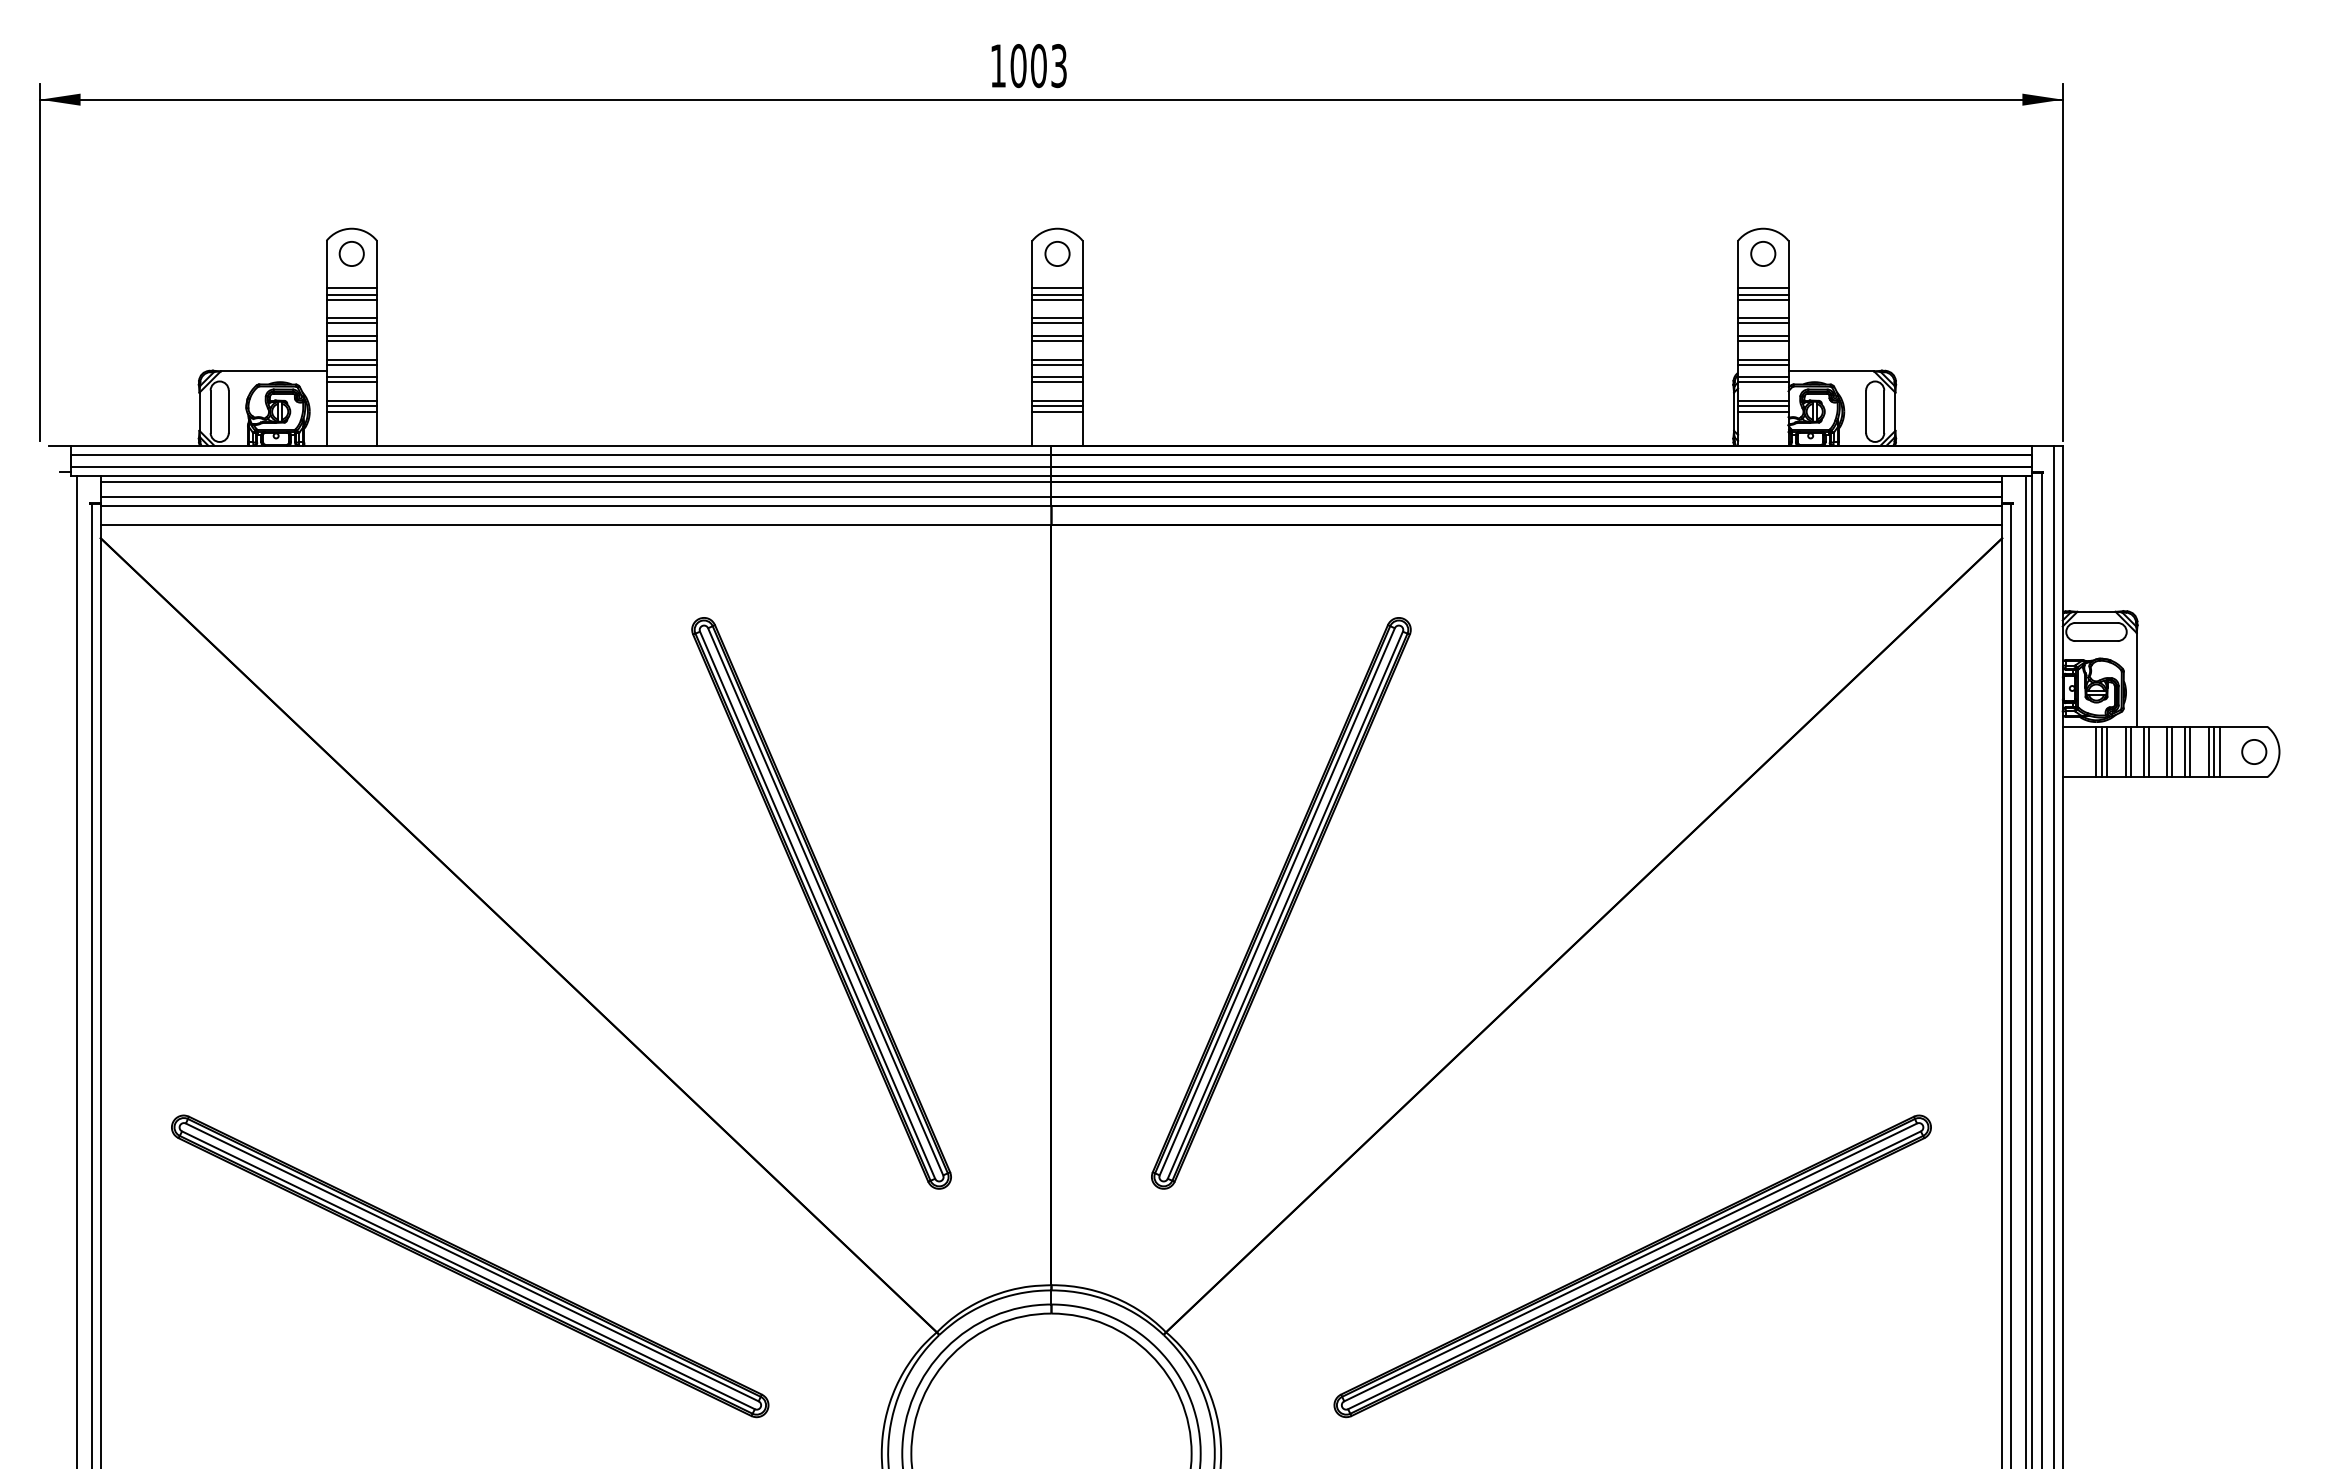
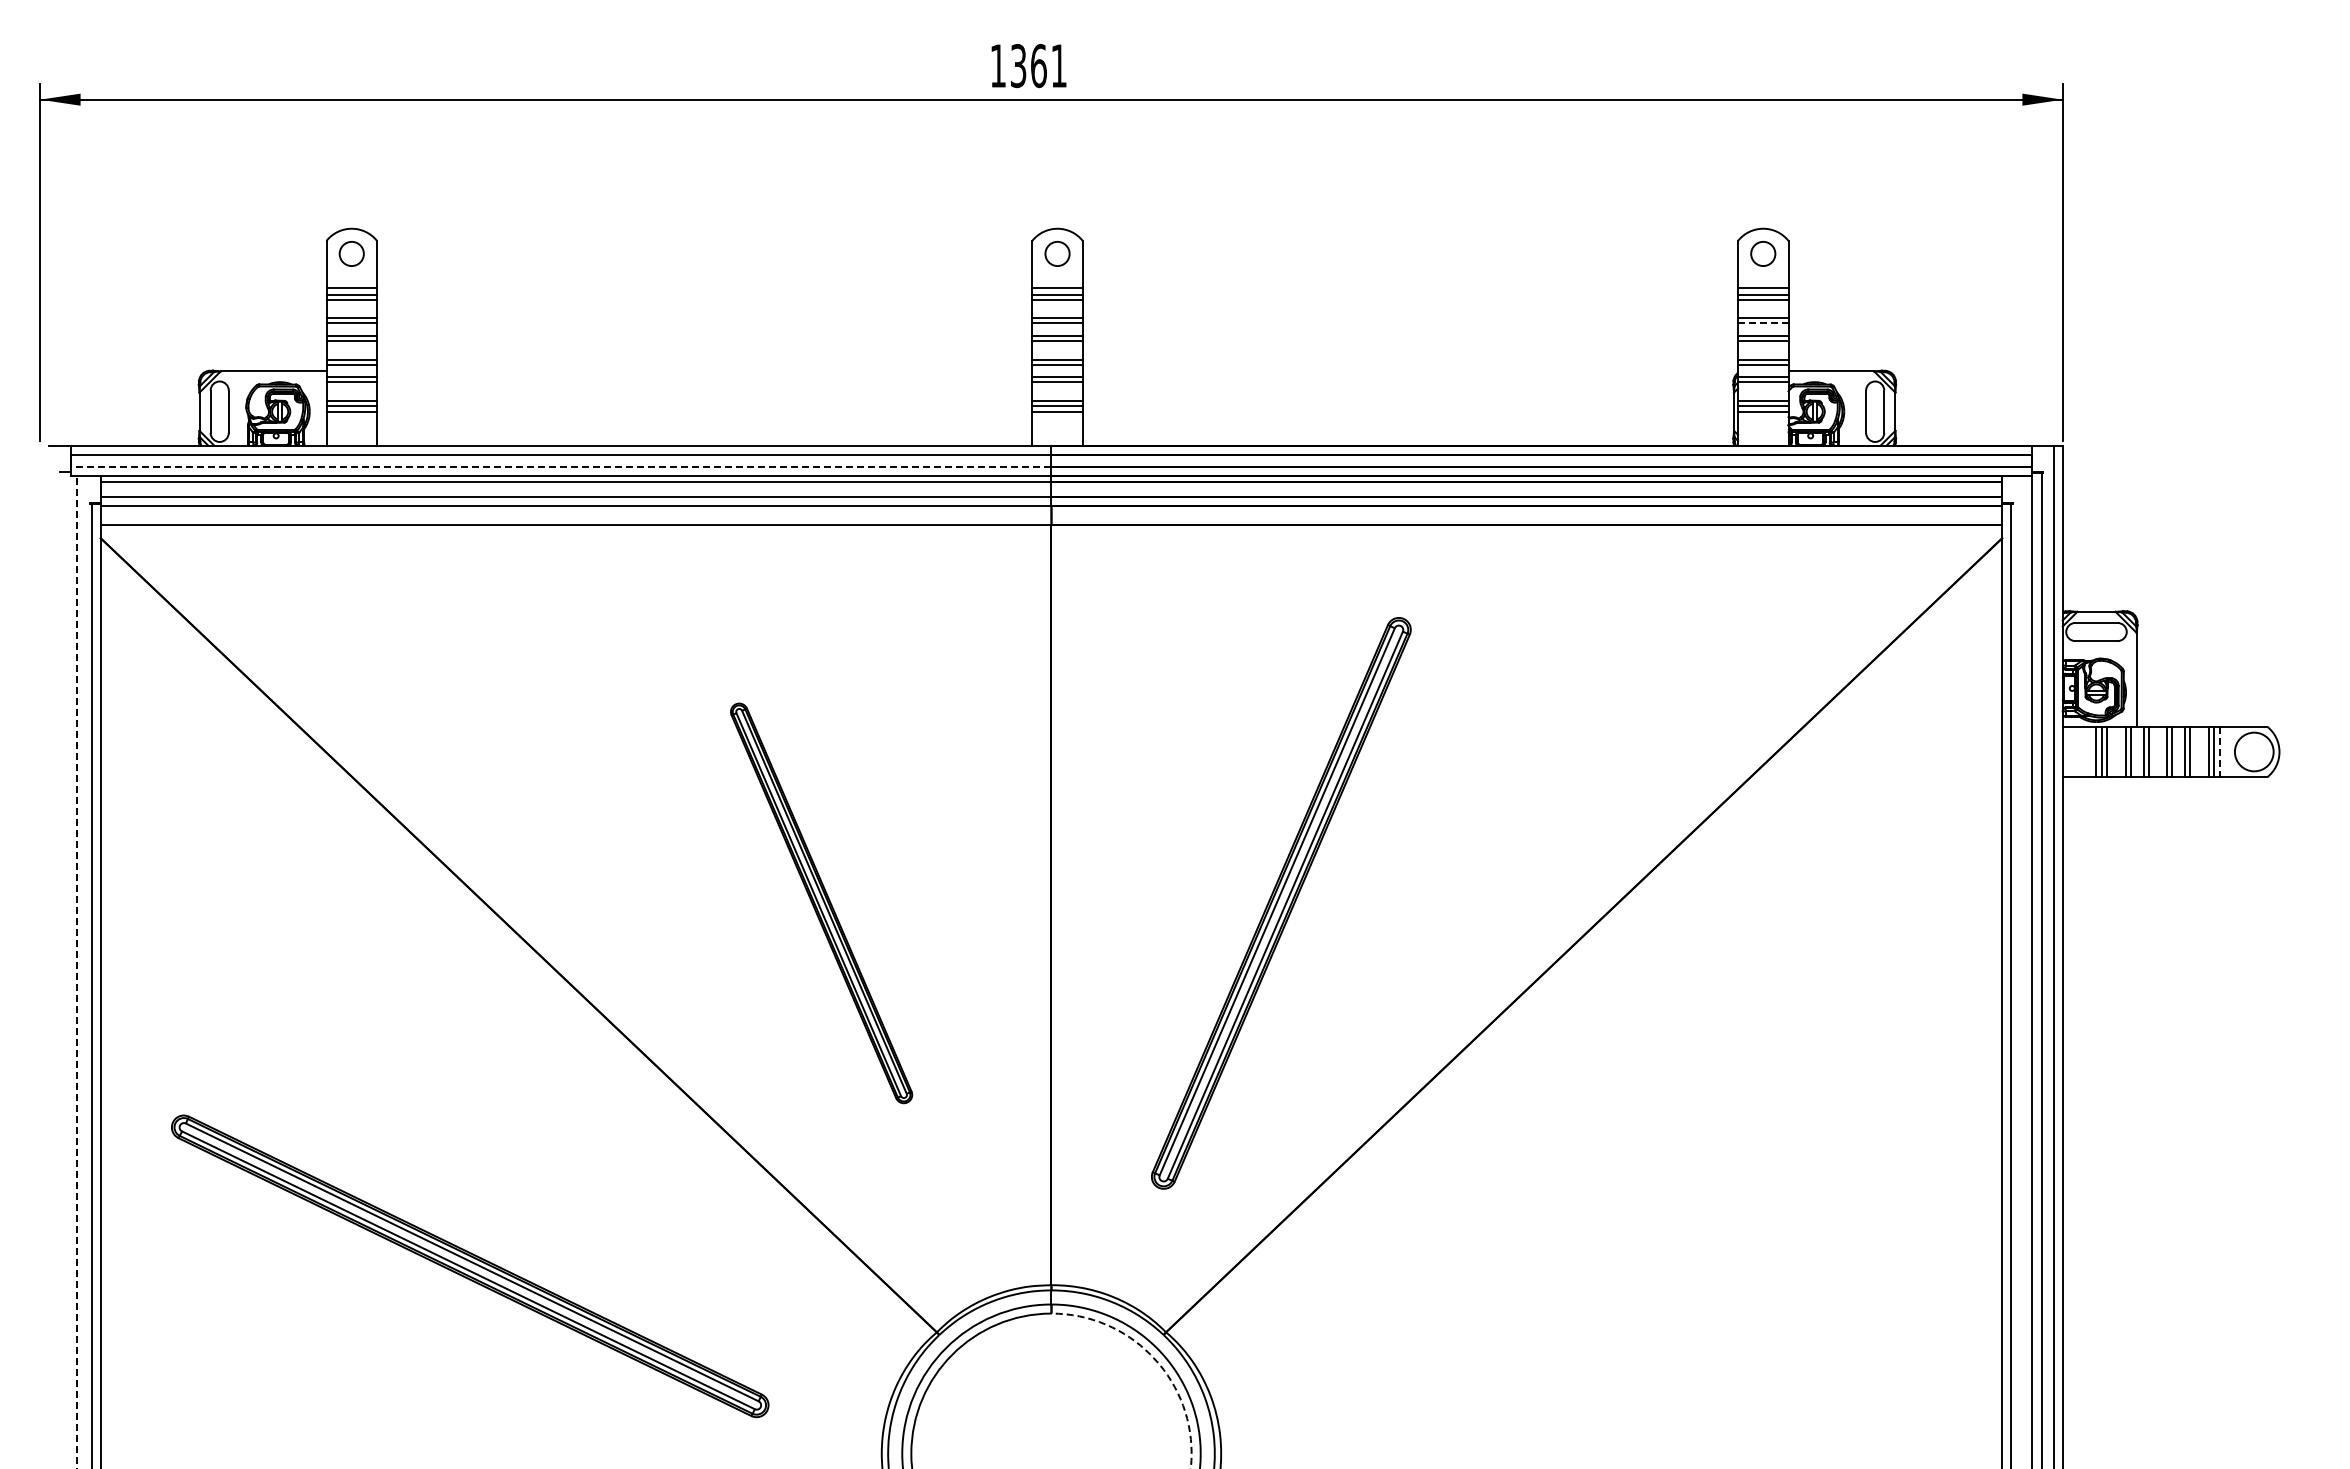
text at (1038, 66): 1003 -> 1361
line at (1763, 323): solid -> dashed
line at (560, 466): solid -> dashed
circle at (2254, 751) diameter: 24 px -> 39 px
line at (2220, 752): solid -> dashed
part at (821, 903) size: 261x573 px -> 184x403 px
line at (2026, 970): present -> none
line at (76, 971): solid -> dashed
part at (1632, 1266): present -> none
arc at (1156, 1361): solid -> dashed
